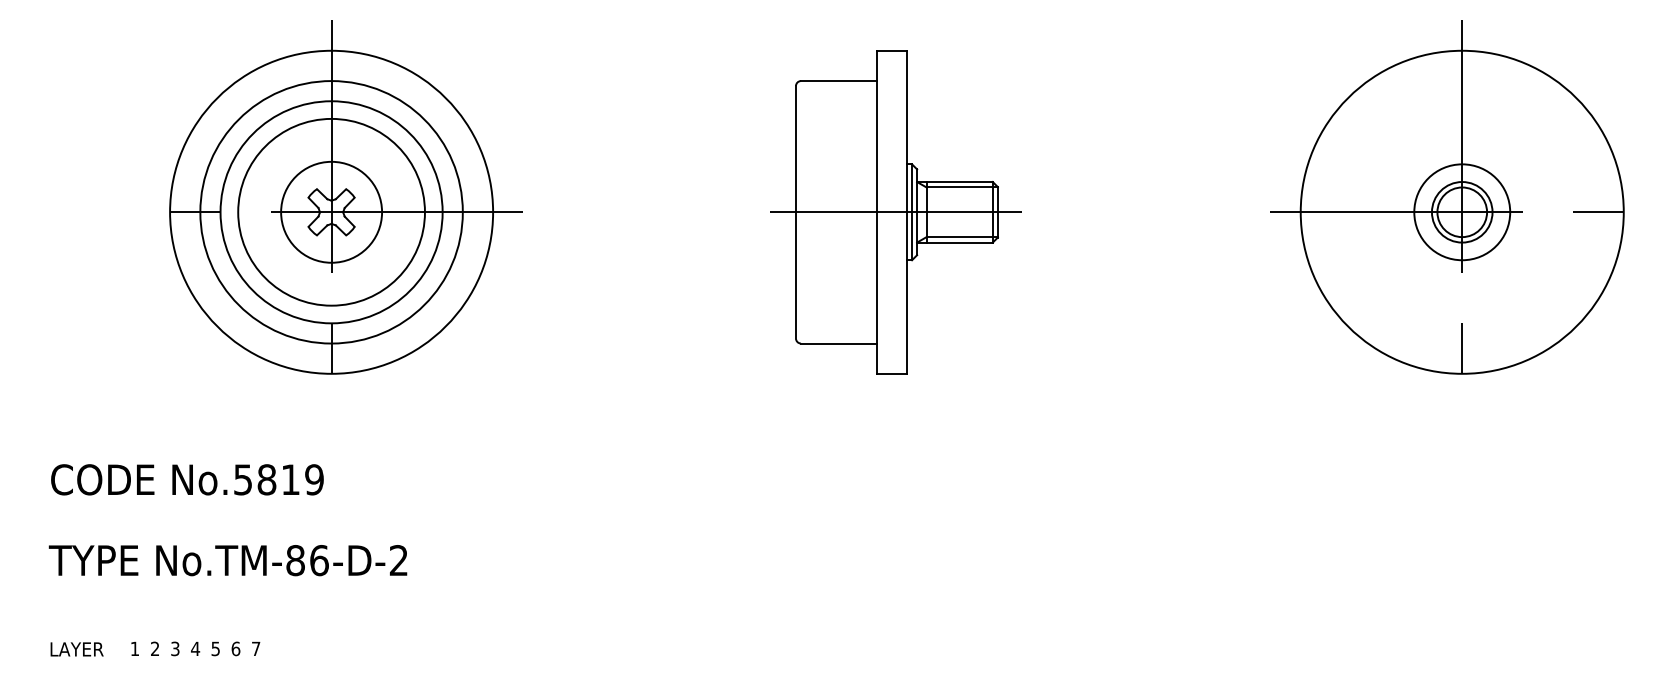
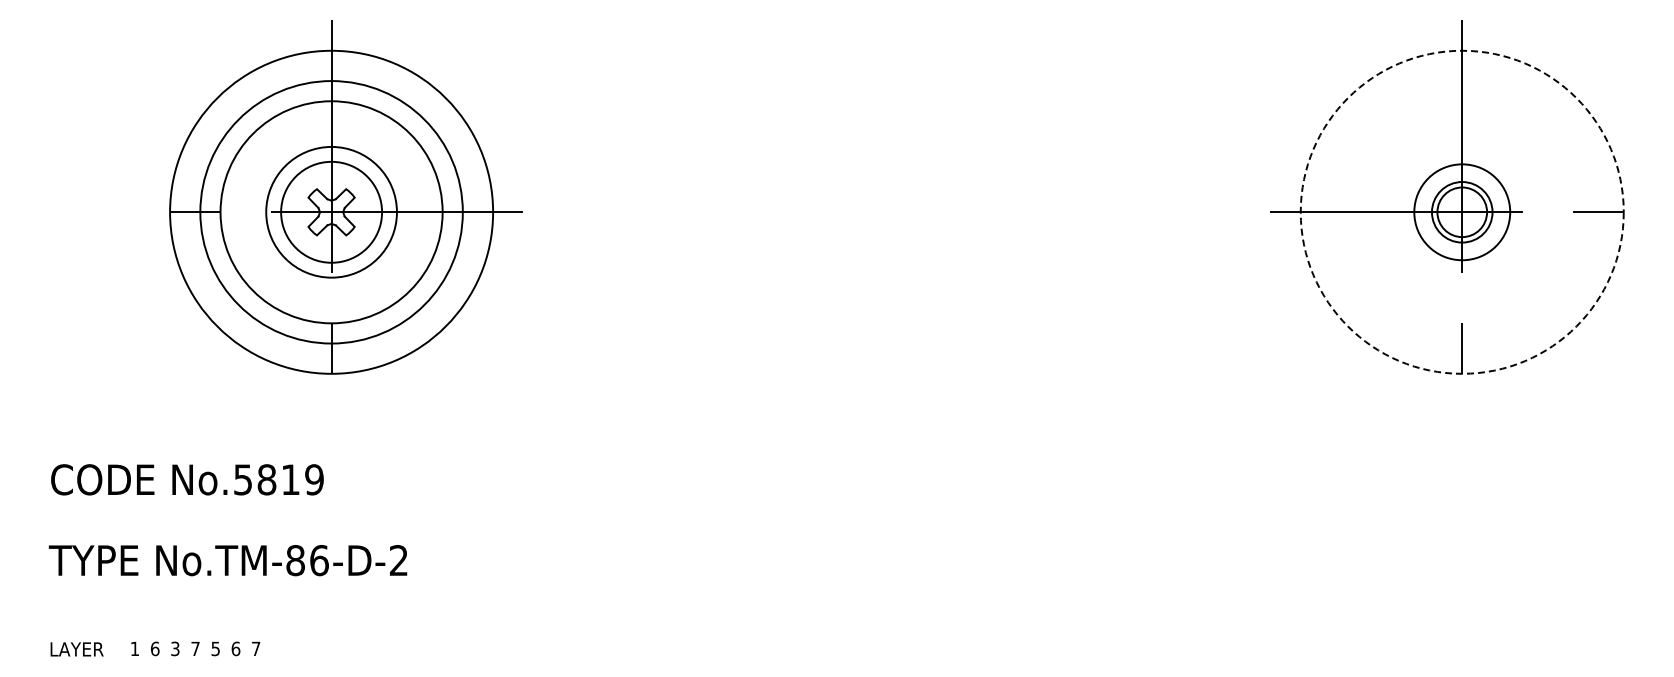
circle at (331, 211) diameter: 187 px -> 131 px
circle at (1461, 211): solid -> dashed
part at (895, 212): present -> none
text at (155, 648): 2 -> 6
text at (195, 648): 4 -> 7
